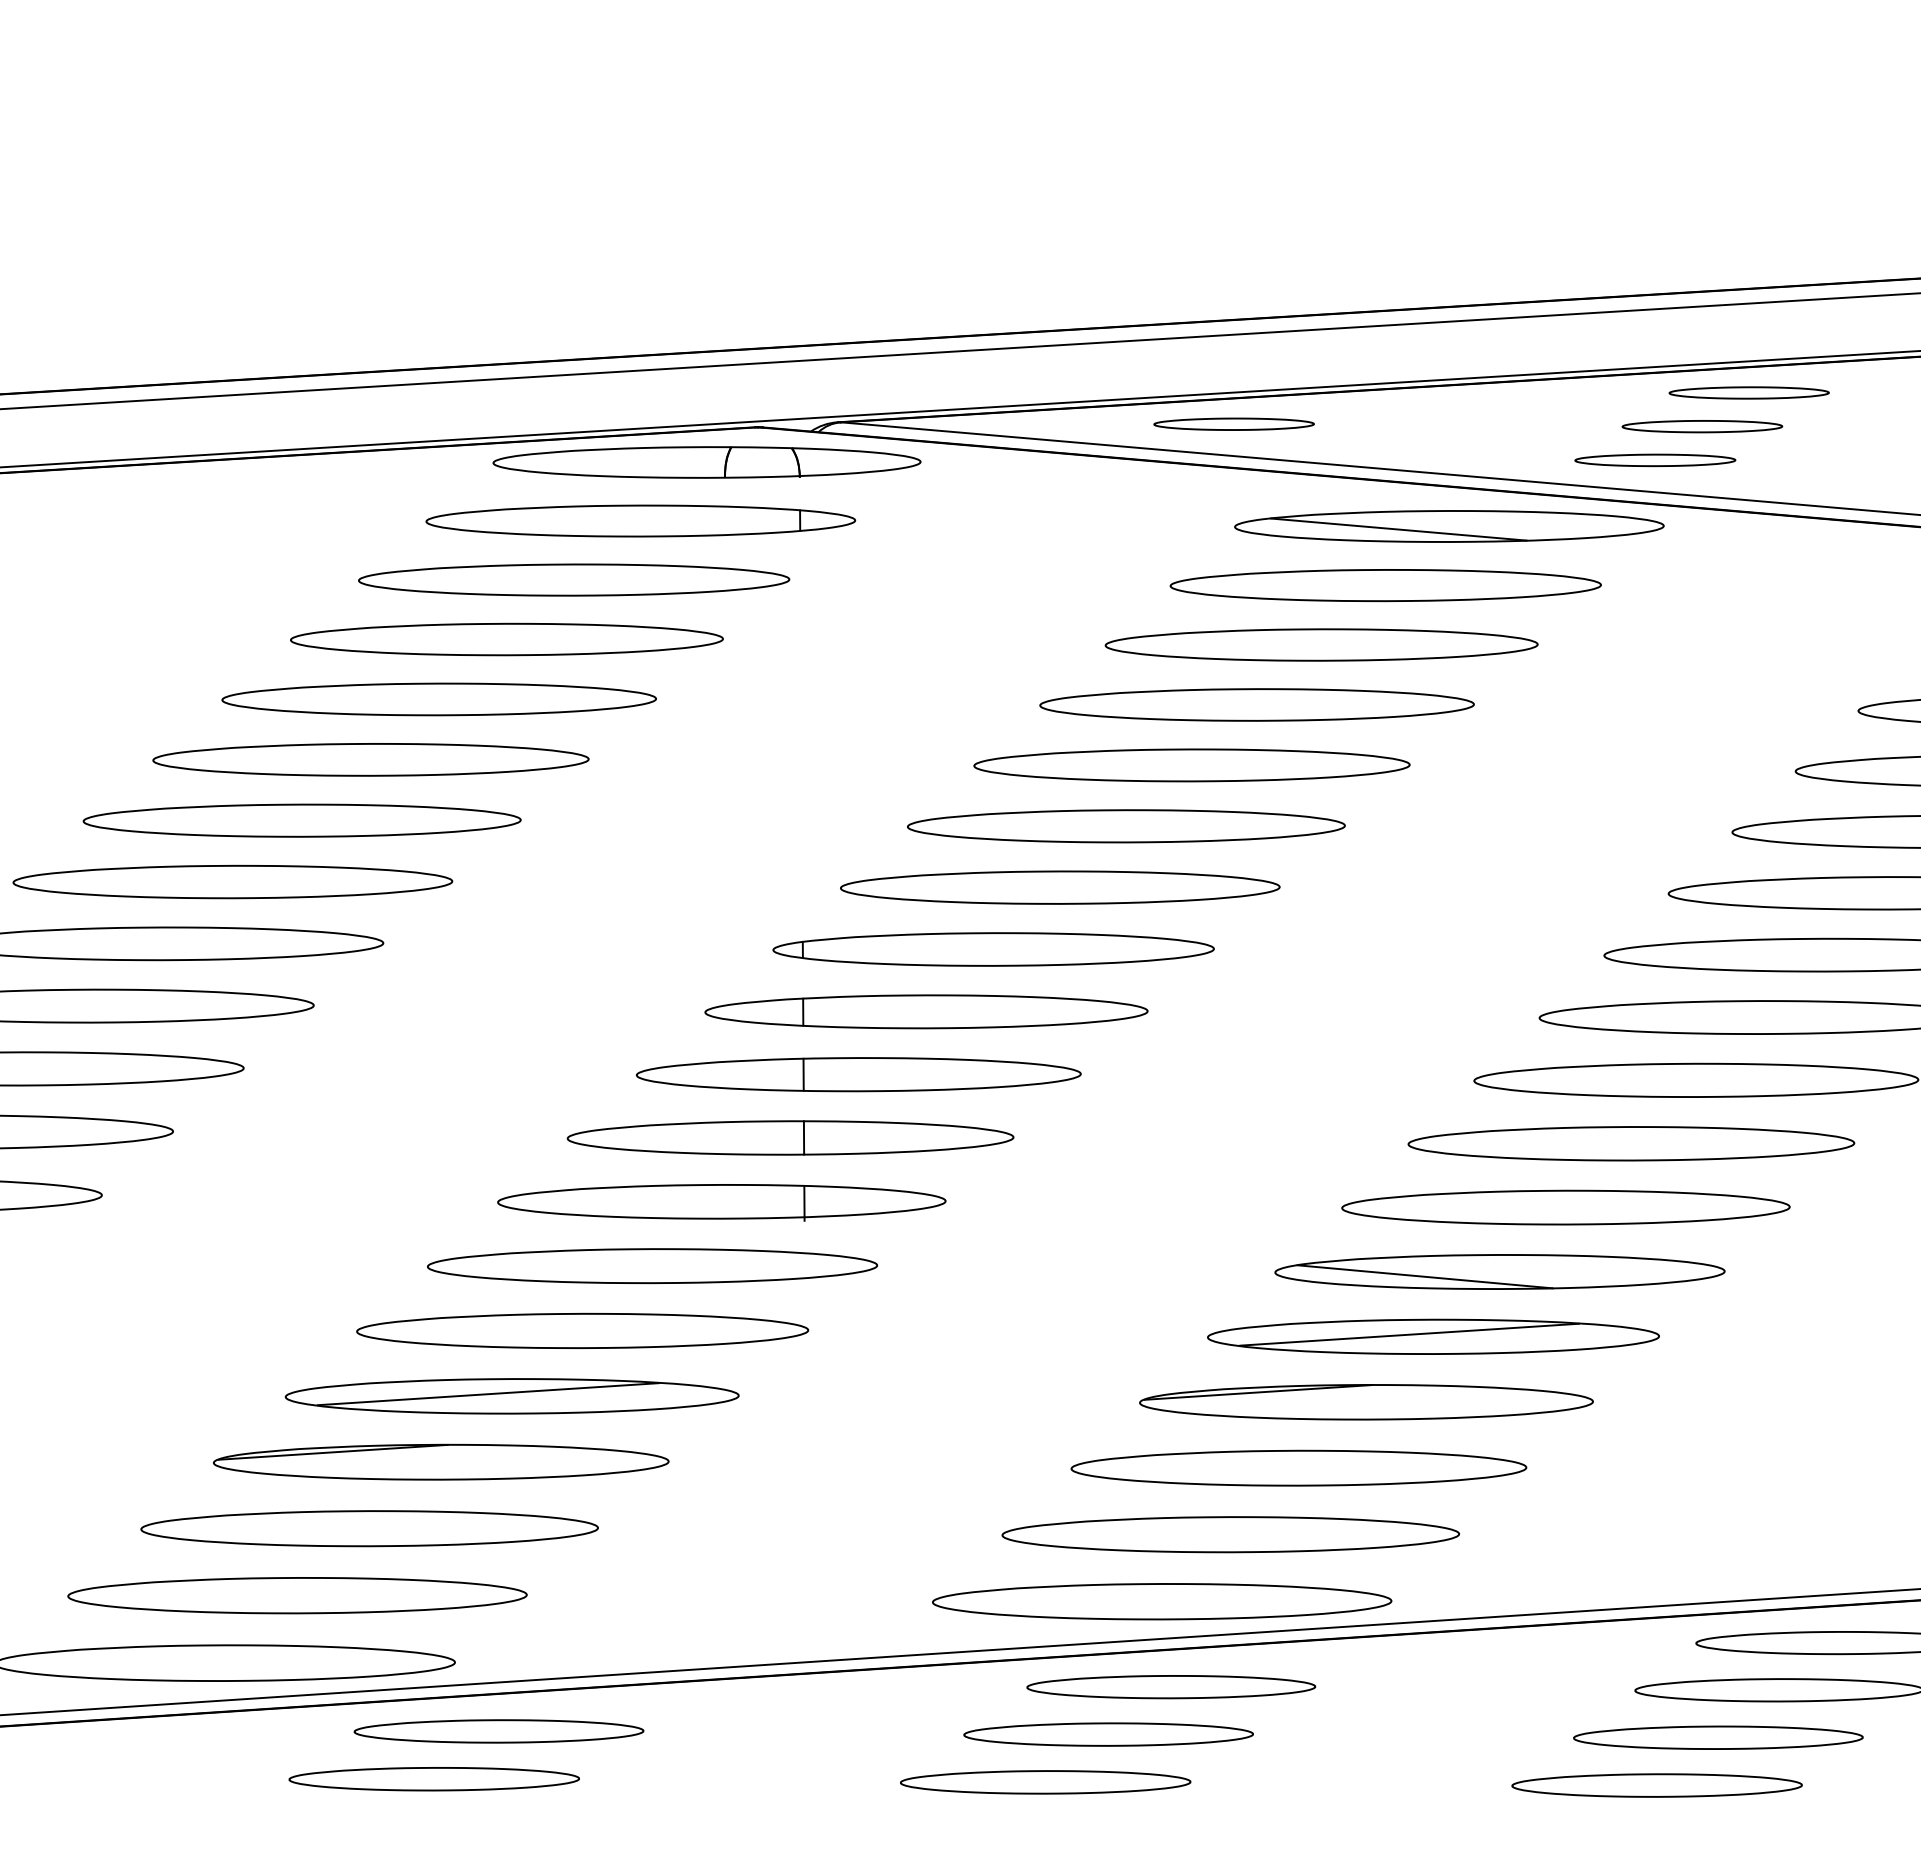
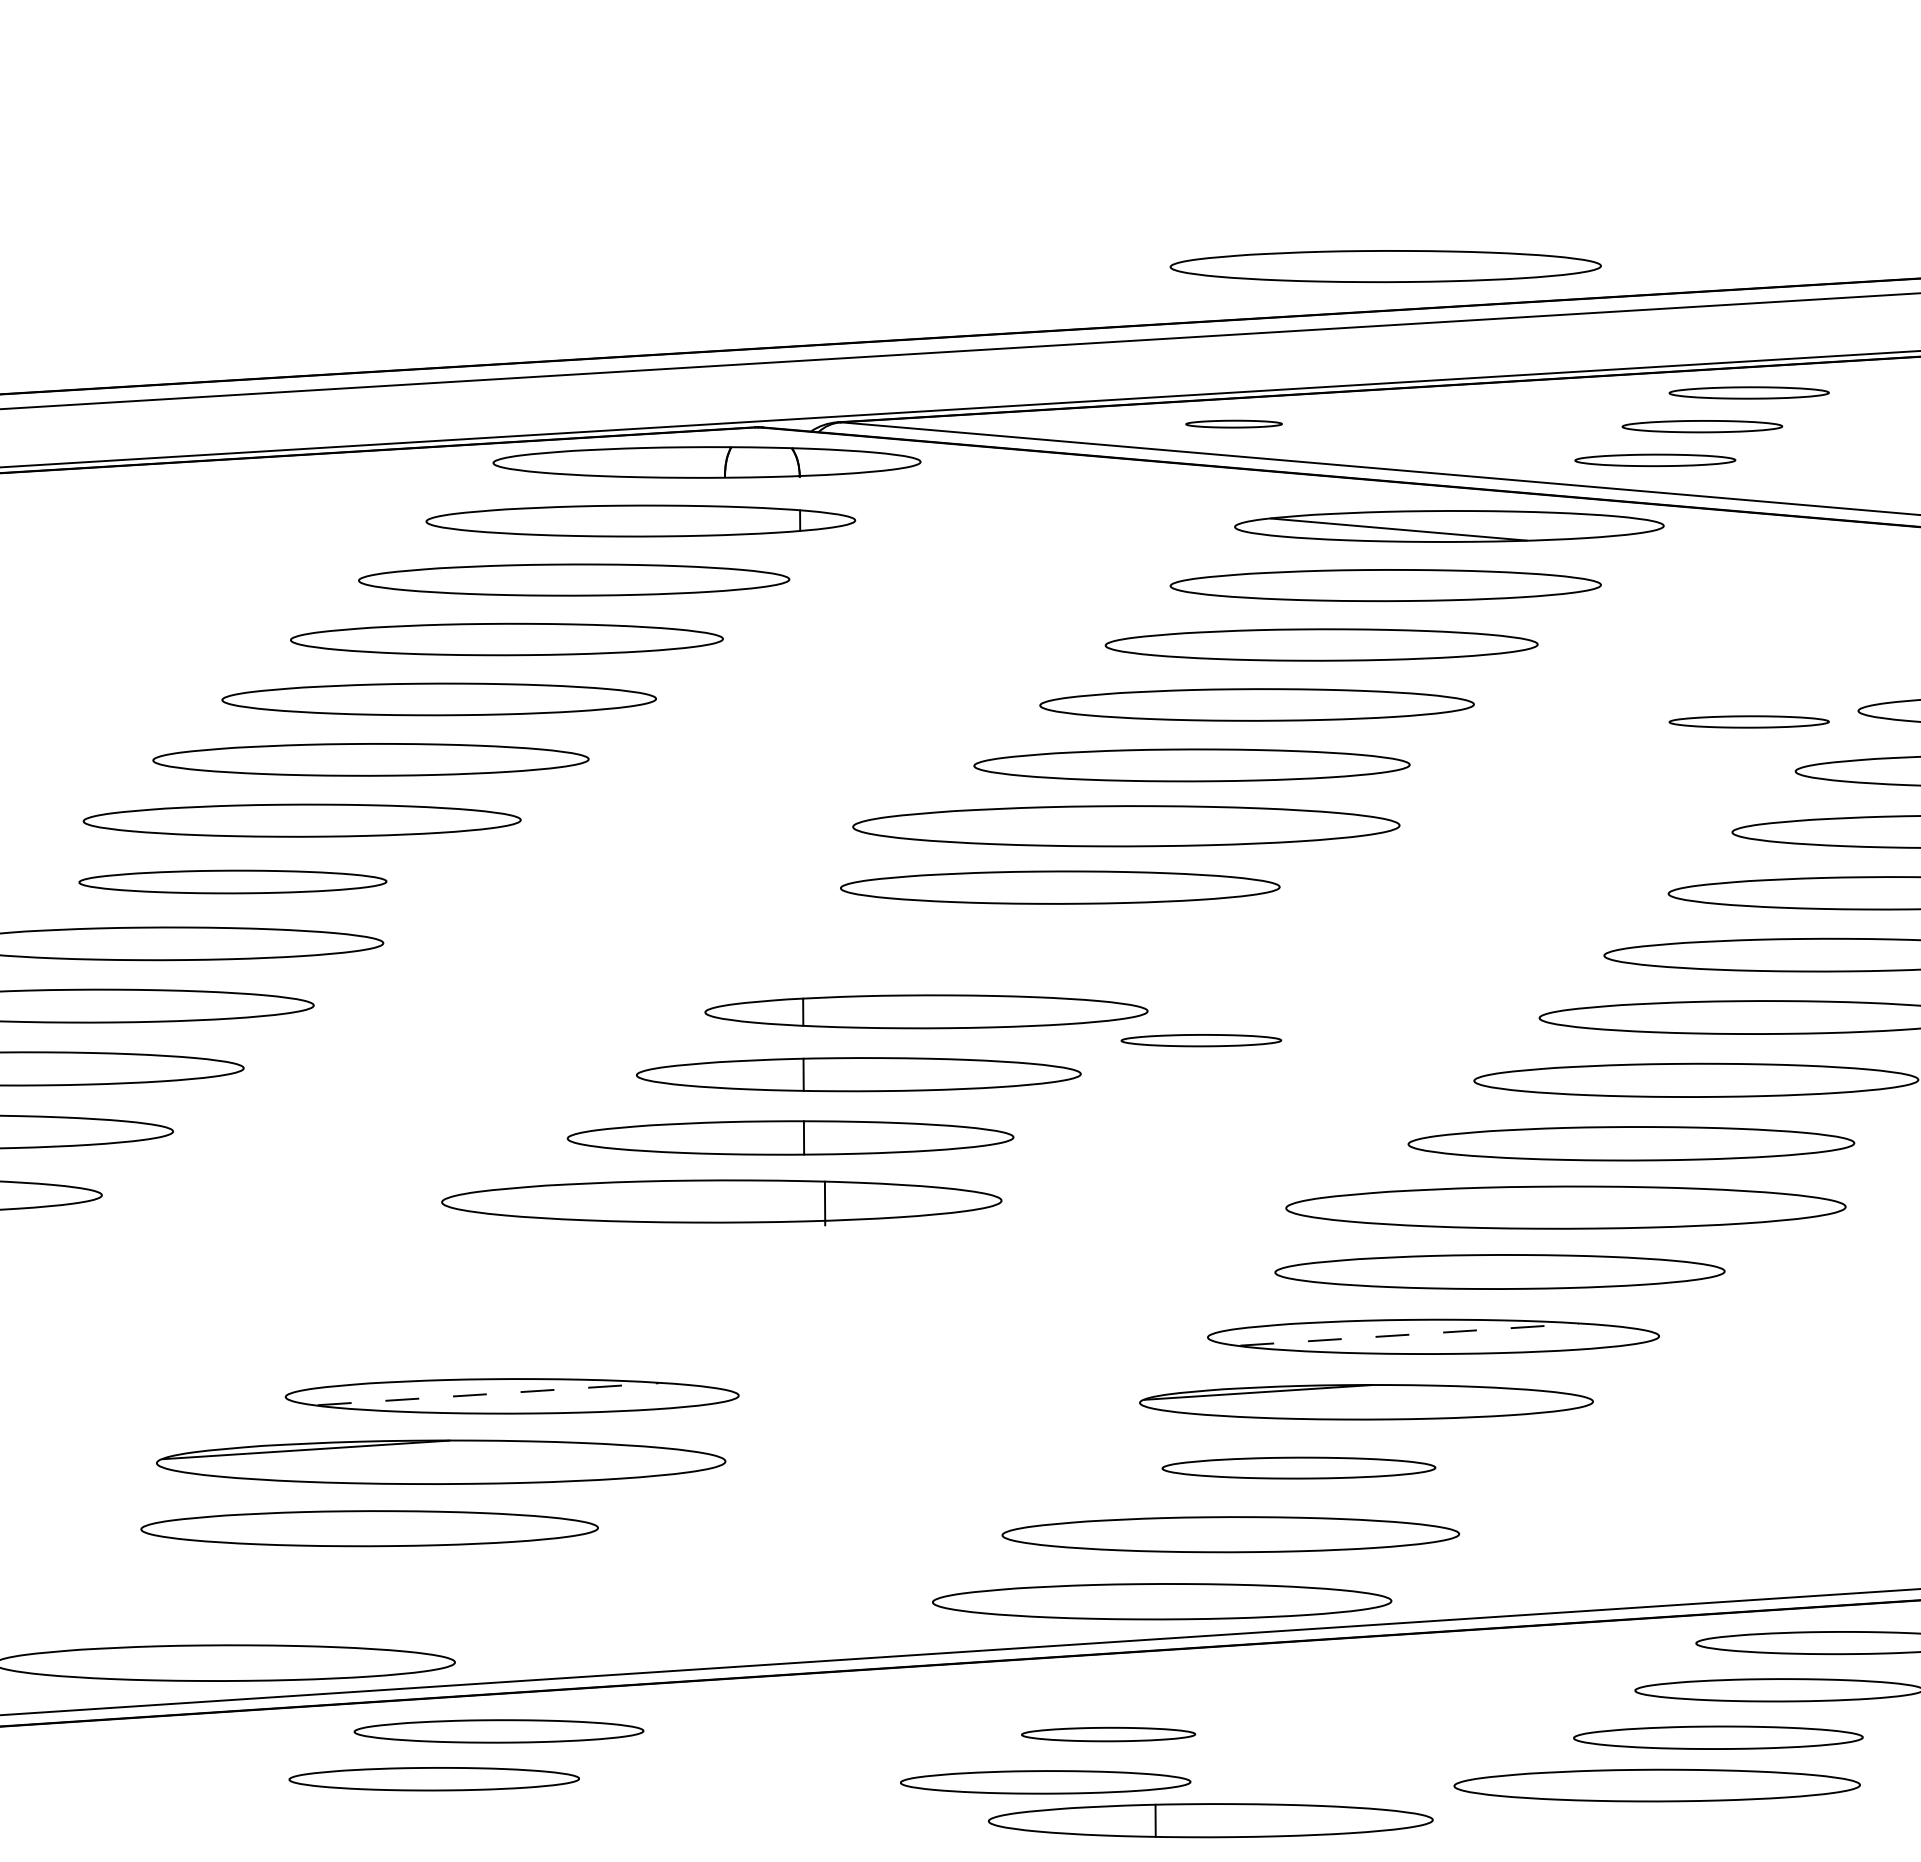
part at (1385, 266): none -> present
part at (1233, 423) size: 162x14 px -> 98x10 px
part at (1748, 721): none -> present
part at (1126, 826) size: 439x35 px -> 549x43 px
part at (232, 881) size: 442x36 px -> 310x26 px
part at (993, 949): present -> none
part at (1201, 1040): none -> present
part at (721, 1202) size: 450x38 px -> 562x48 px
part at (1565, 1207) size: 450x37 px -> 562x45 px
part at (652, 1266): present -> none
line at (1424, 1276): present -> none
part at (582, 1330): present -> none
line at (1409, 1334): solid -> dashed
line at (488, 1394): solid -> dashed
part at (441, 1461) size: 457x38 px -> 571x46 px
part at (1298, 1467) size: 458x38 px -> 276x24 px
part at (297, 1595): present -> none
part at (1171, 1687): present -> none
part at (1108, 1734) size: 291x25 px -> 176x17 px
part at (1656, 1785) size: 292x25 px -> 408x35 px
part at (1210, 1820): none -> present
